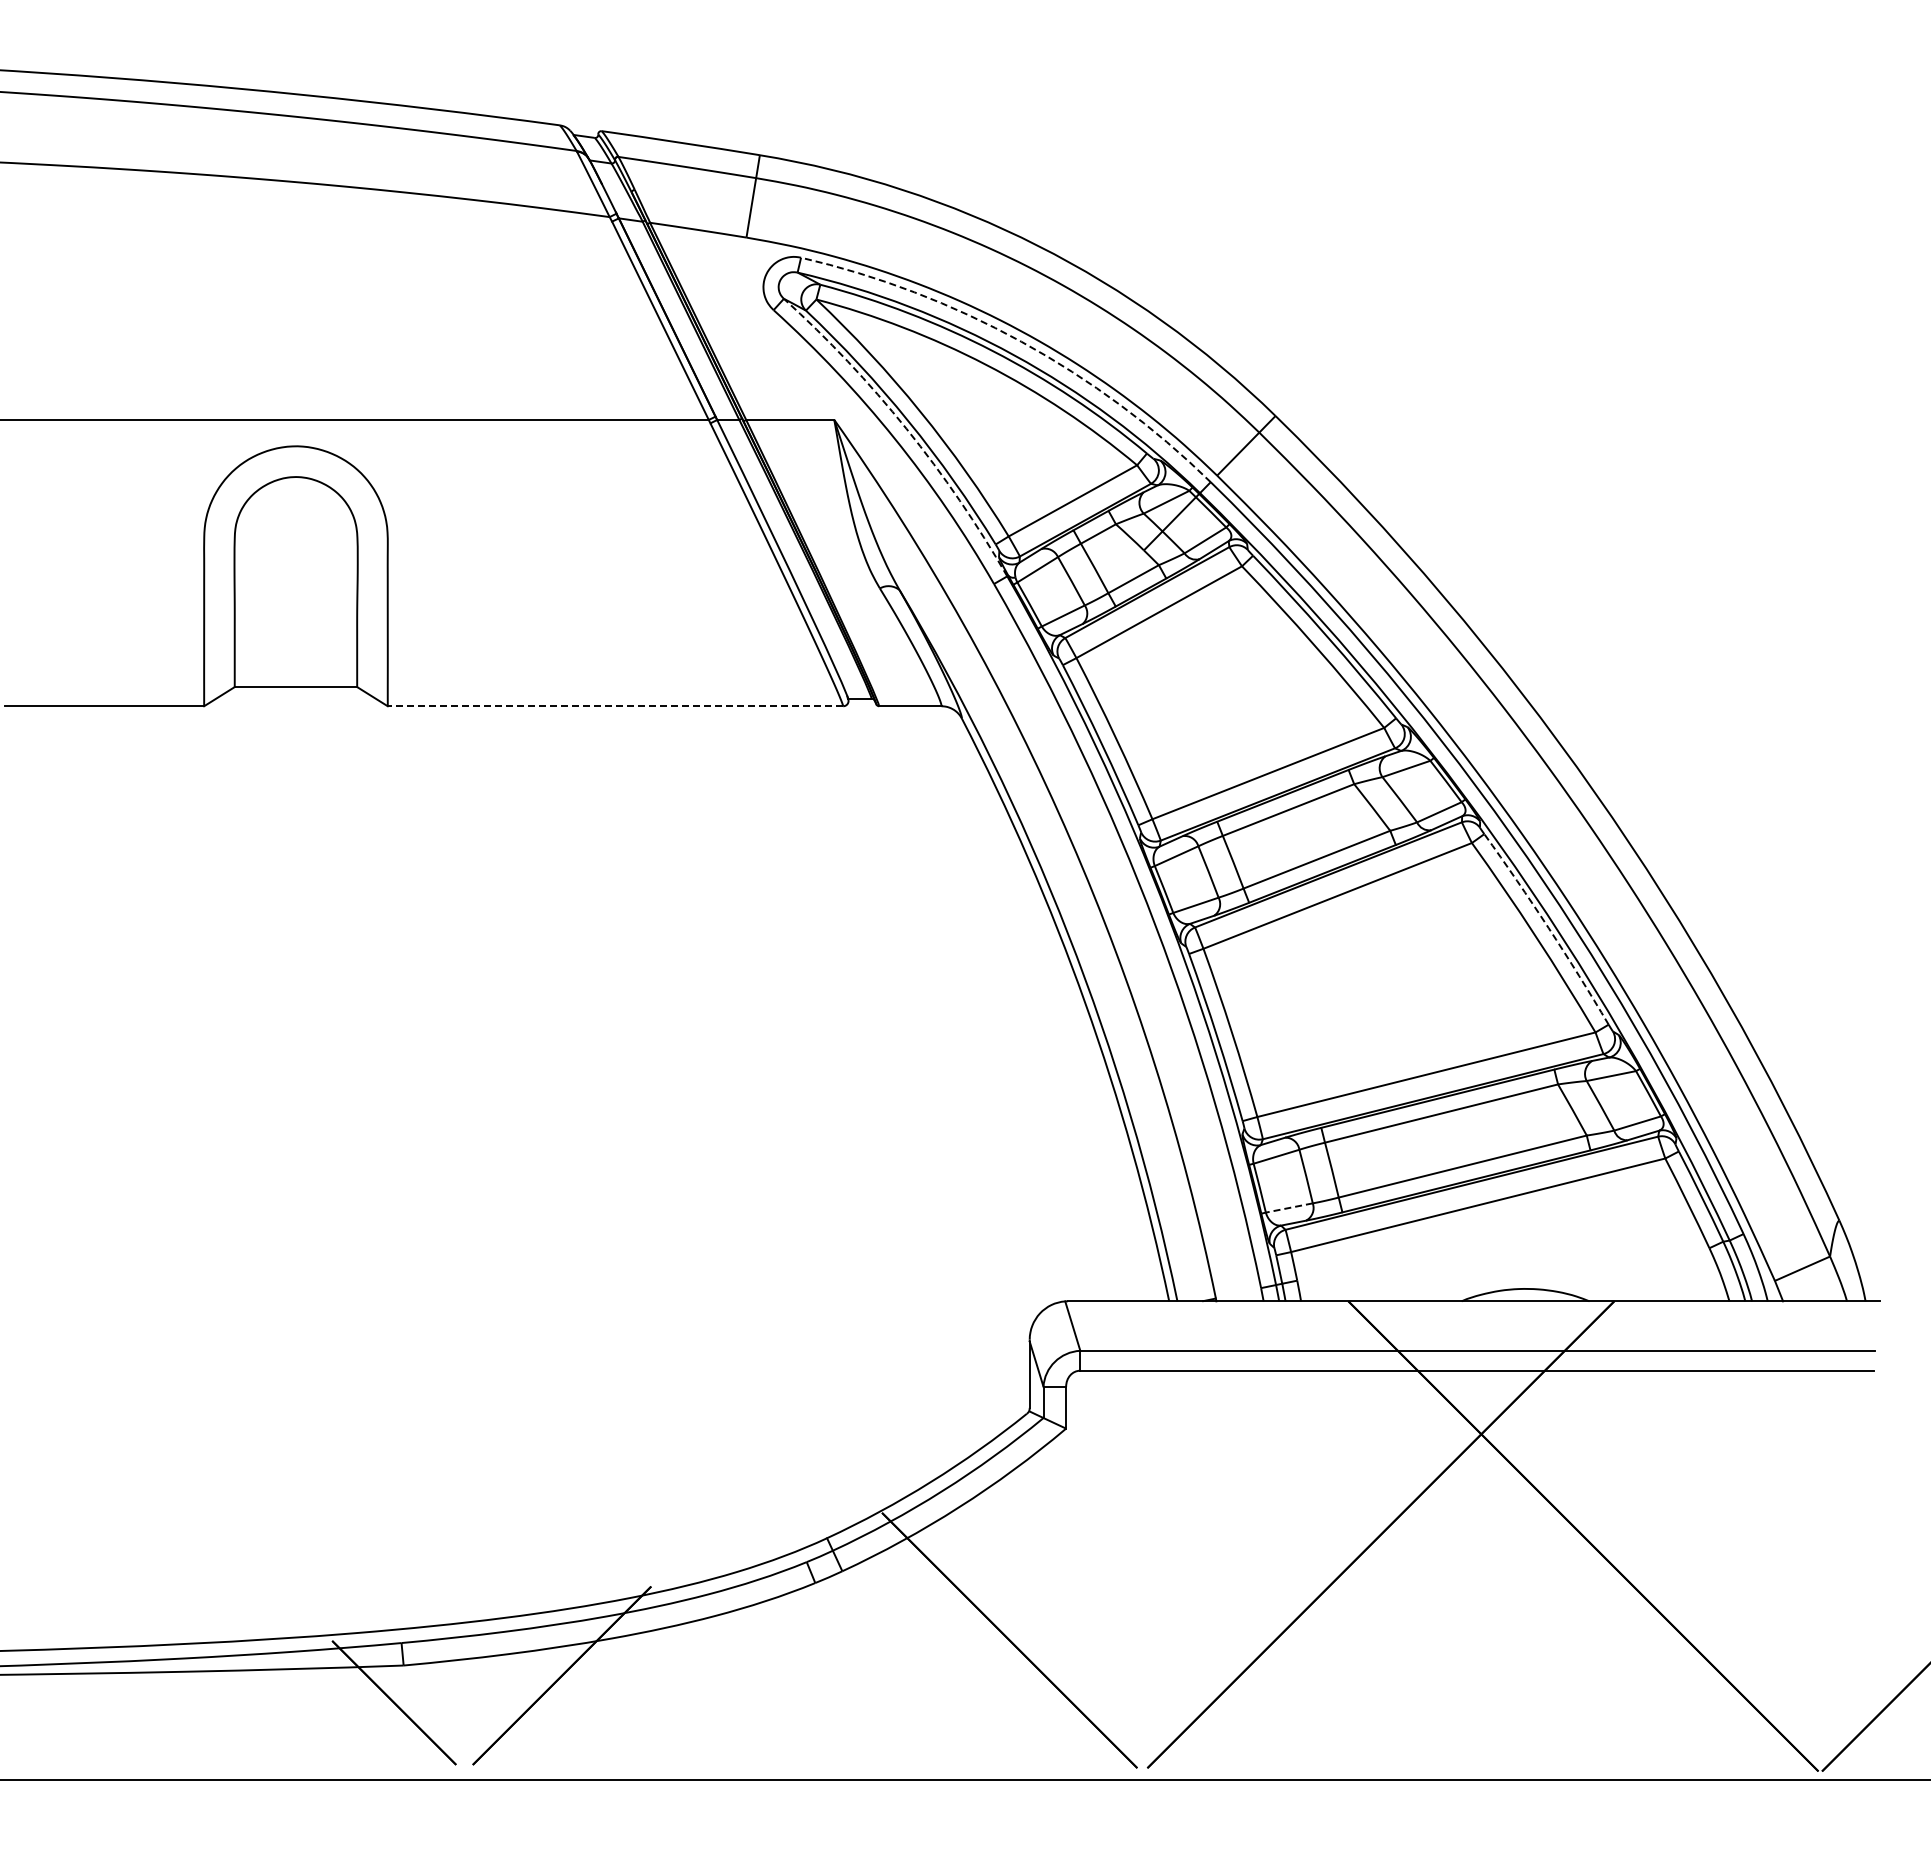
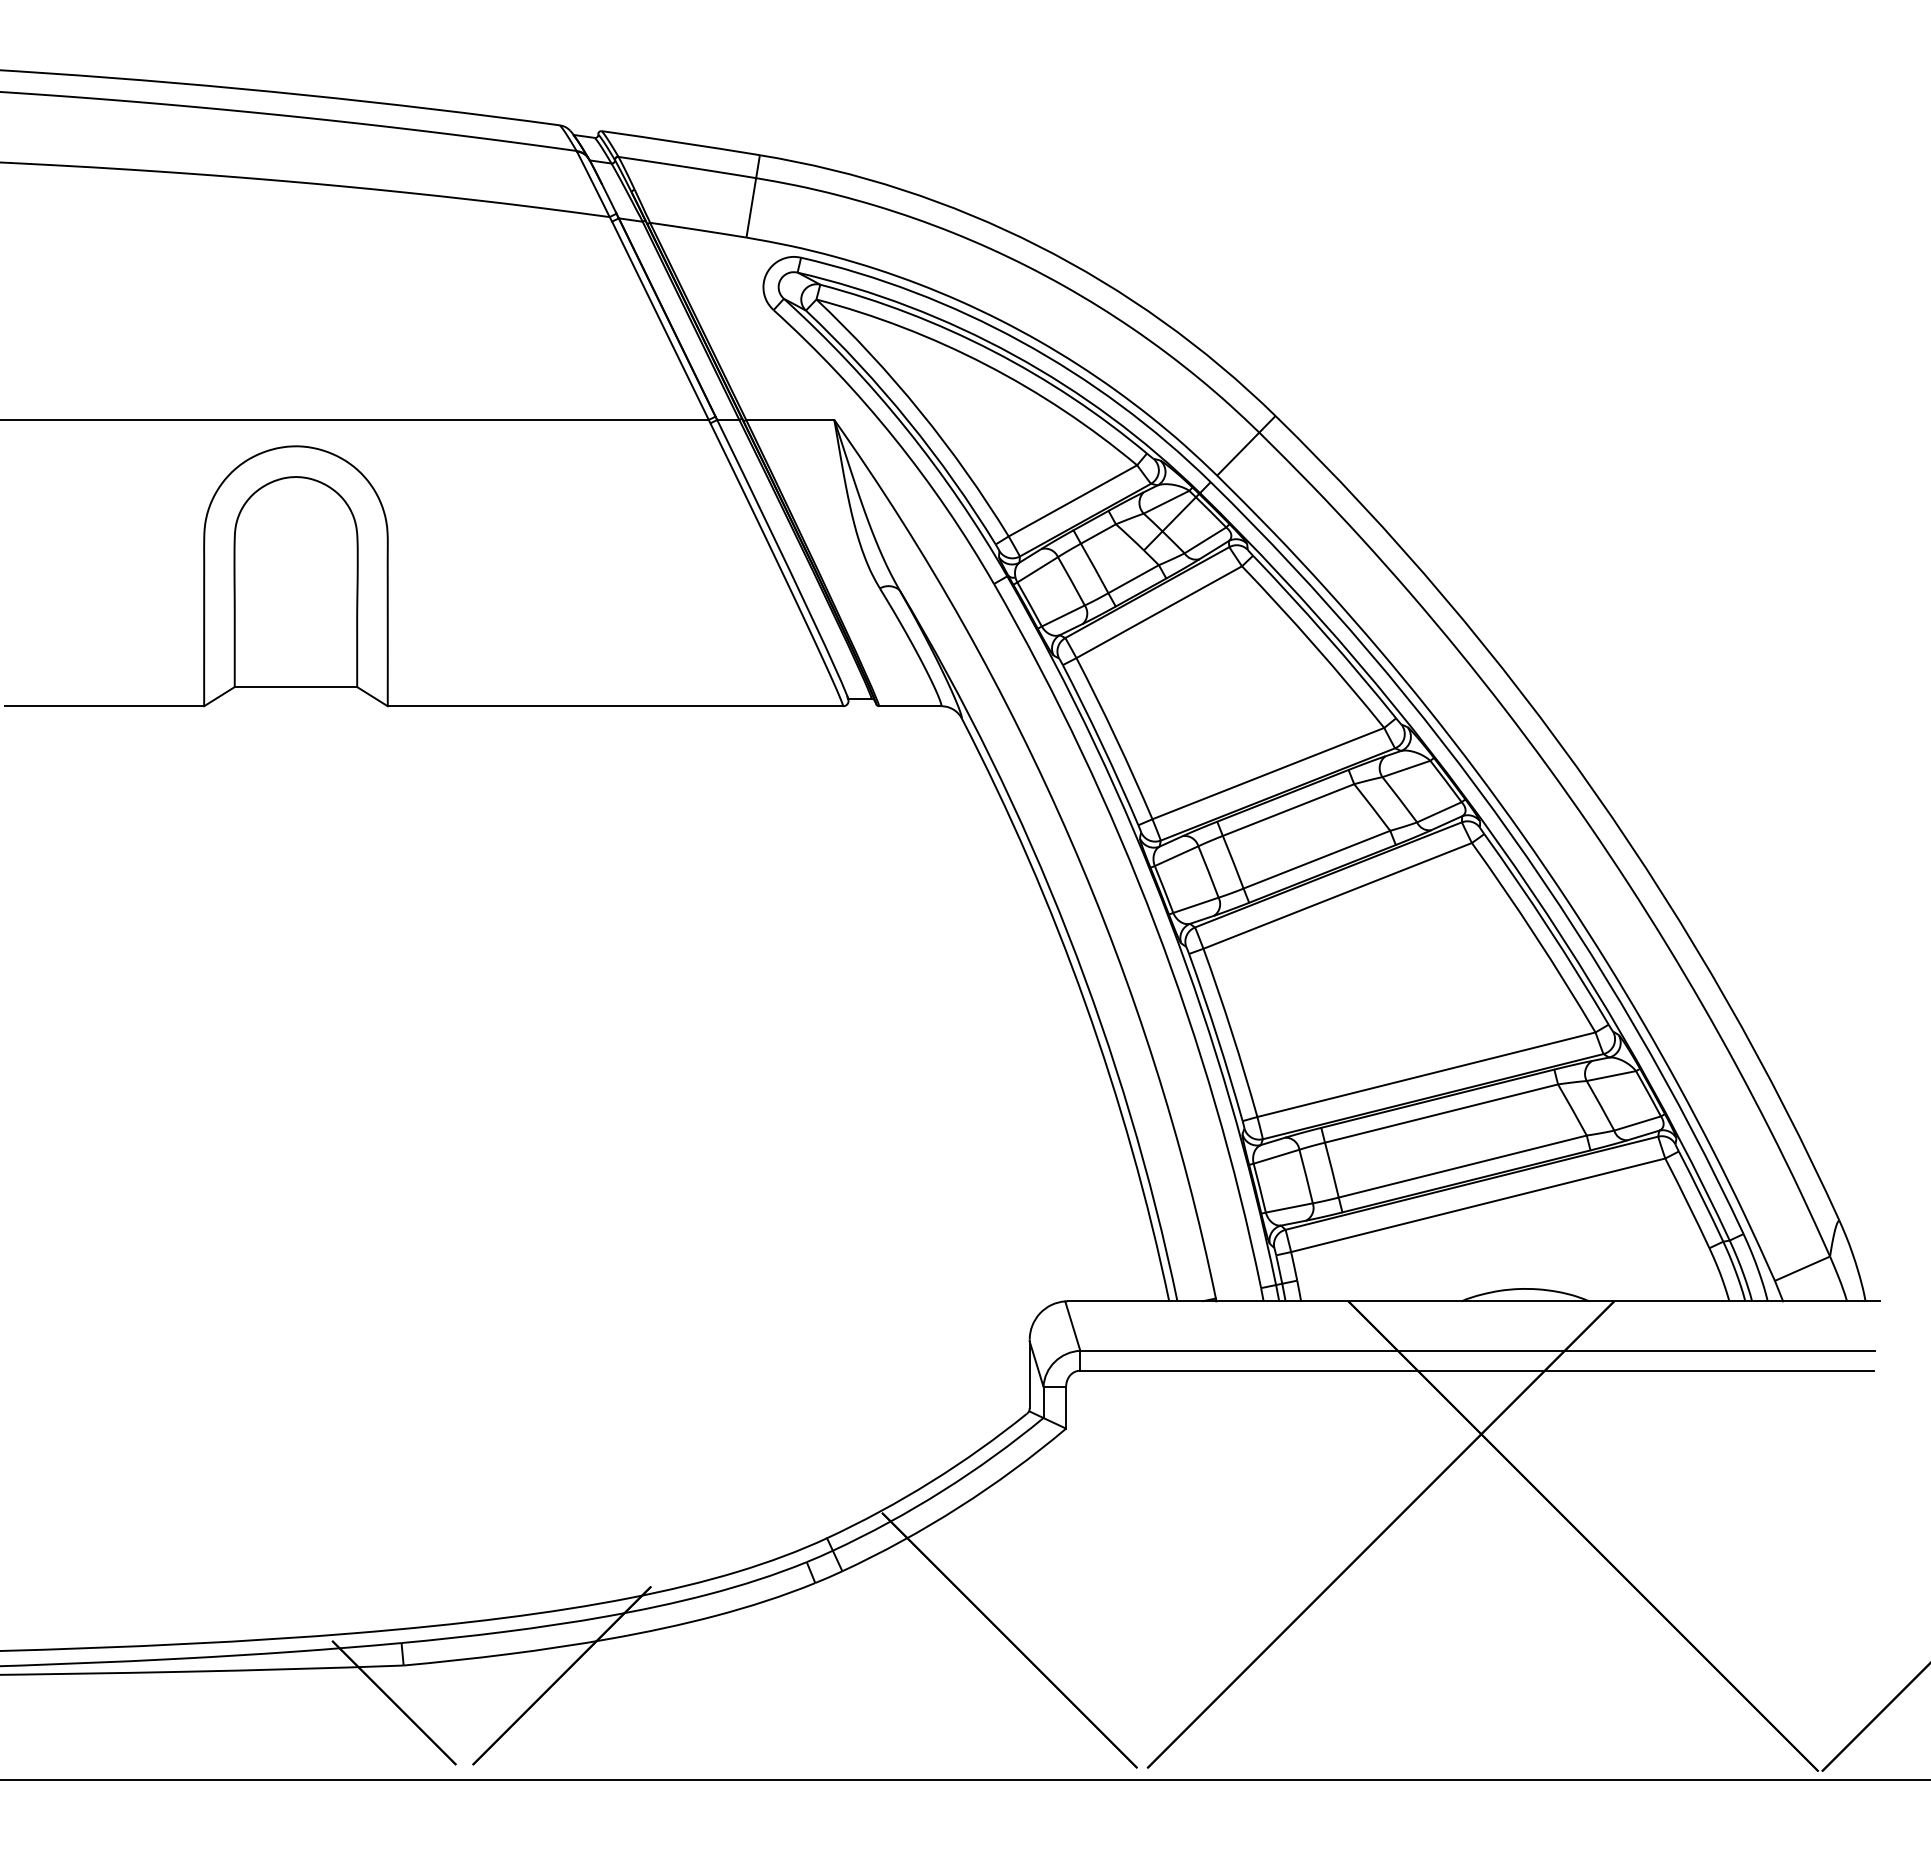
arc at (1021, 341): dashed -> solid
arc at (906, 428): dashed -> solid
line at (615, 706): dashed -> solid
arc at (1548, 928): dashed -> solid
line at (1290, 1207): dashed -> solid
